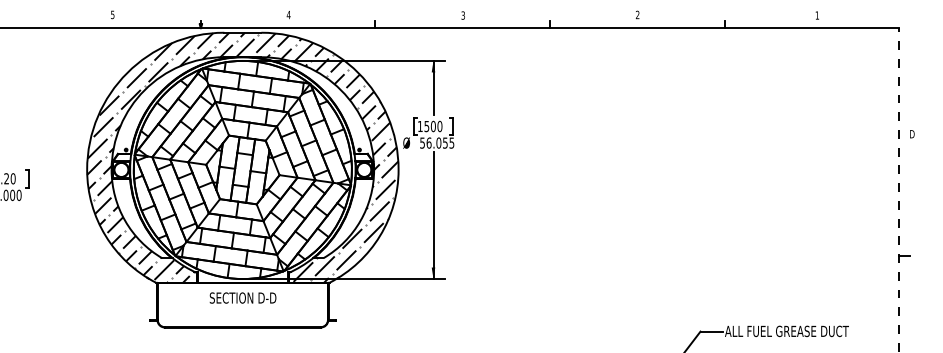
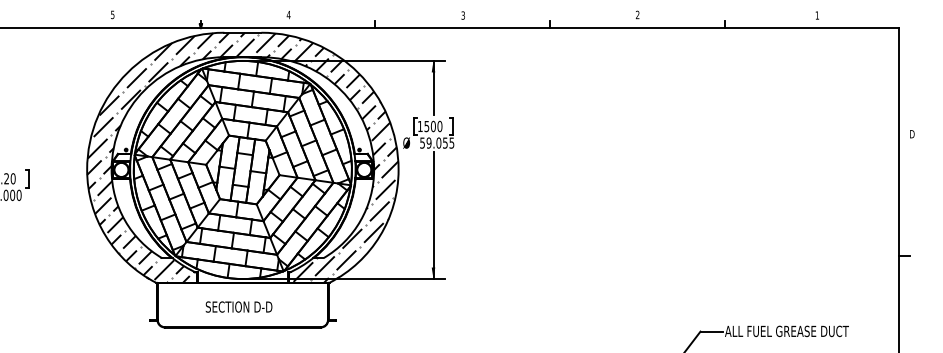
text at (428, 142): 56.055 -> 59.055
line at (899, 189): dashed -> solid
text at (242, 297) position: (242, 297) -> (238, 306)
